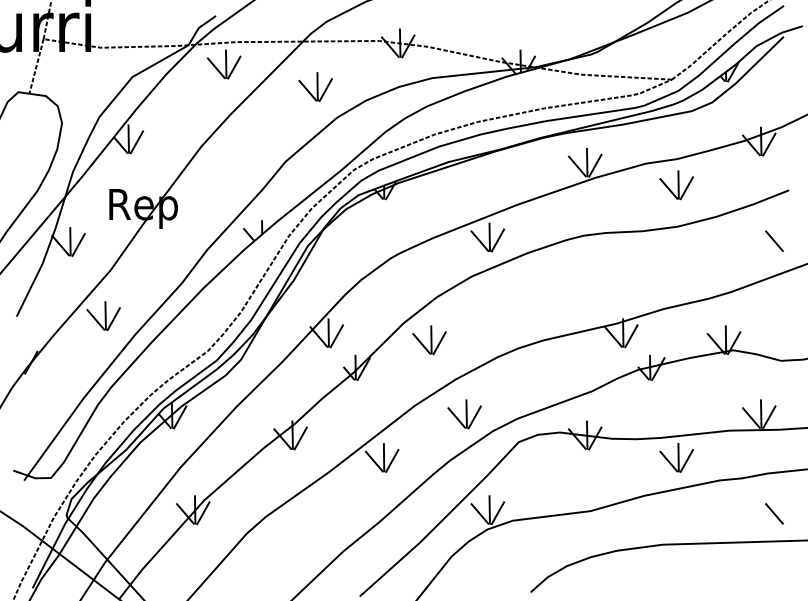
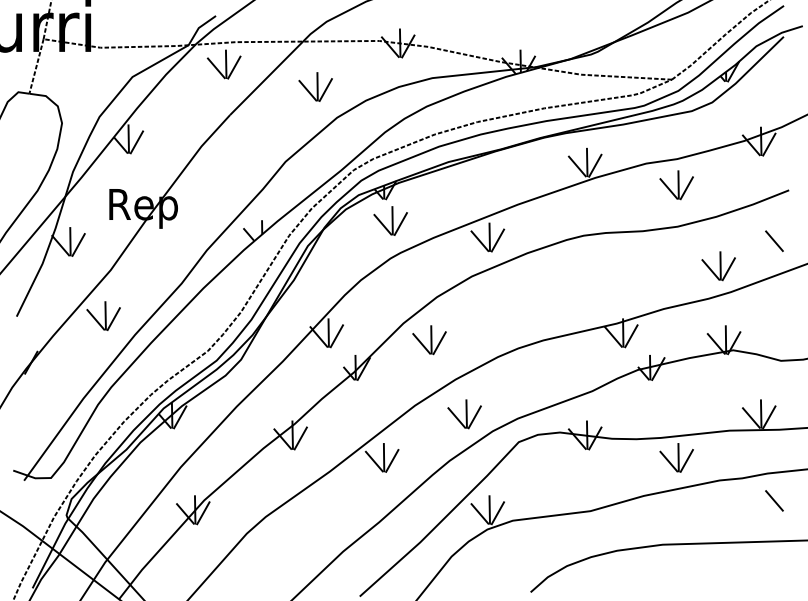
part at (390, 220): none -> present
part at (718, 266): none -> present
line at (774, 513) position: (774, 513) -> (774, 500)
